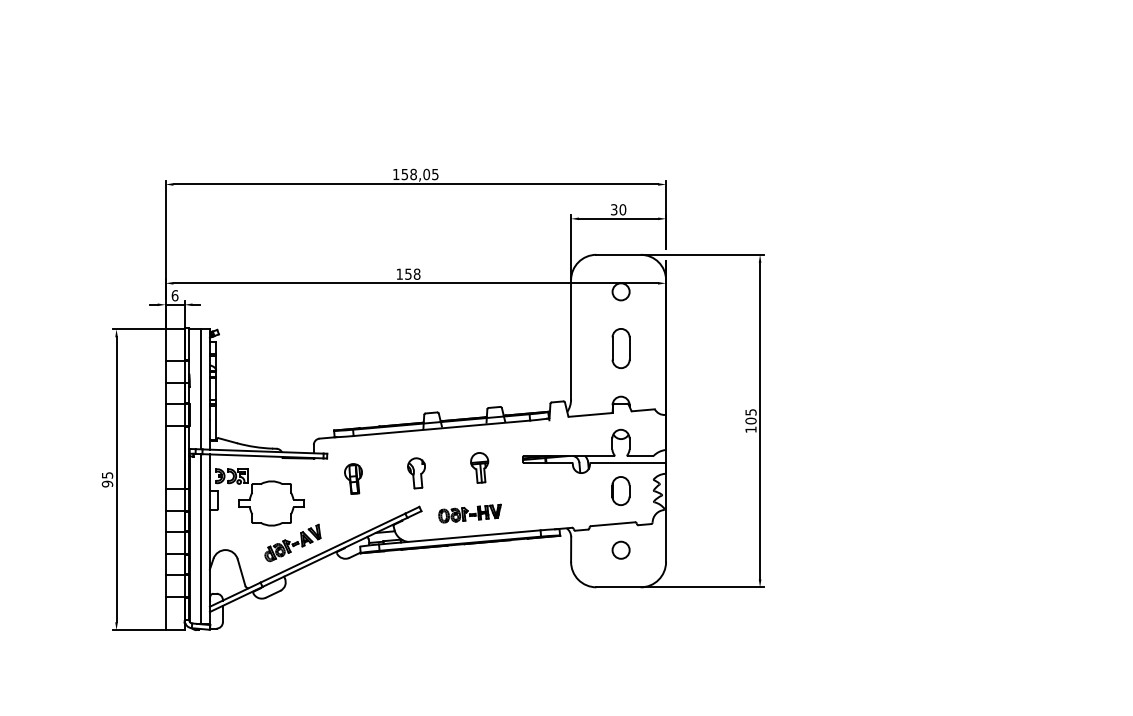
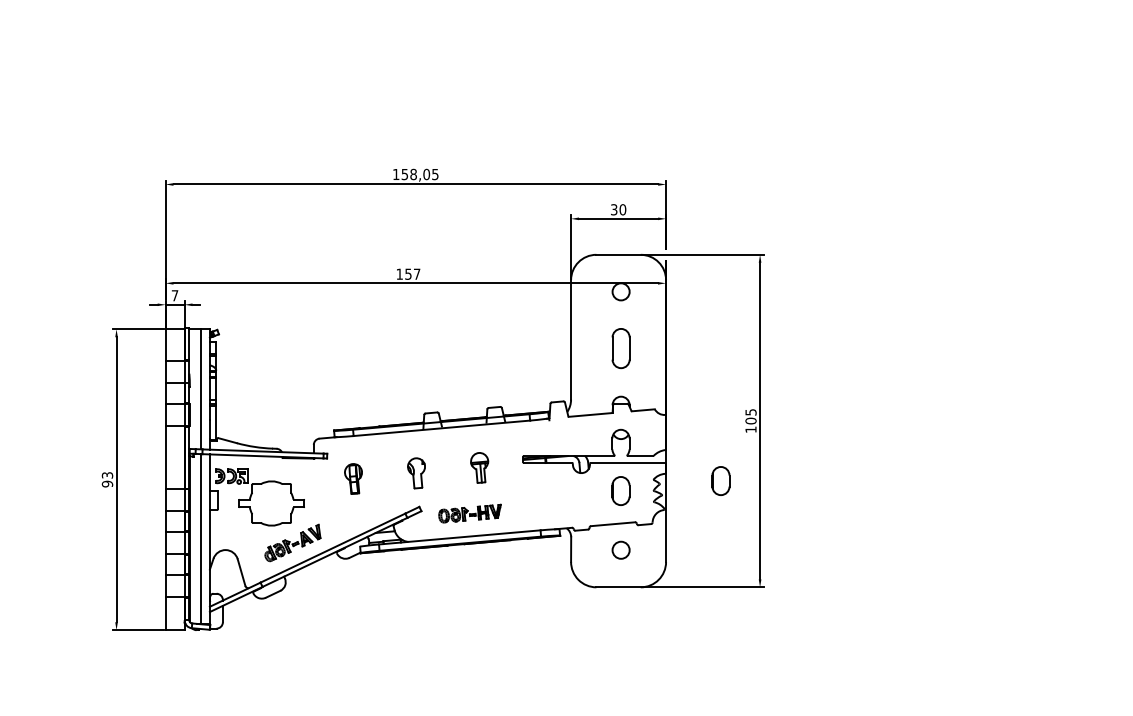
text at (416, 273): 158 -> 157
text at (174, 295): 6 -> 7
text at (106, 475): 95 -> 93
part at (720, 480): none -> present
